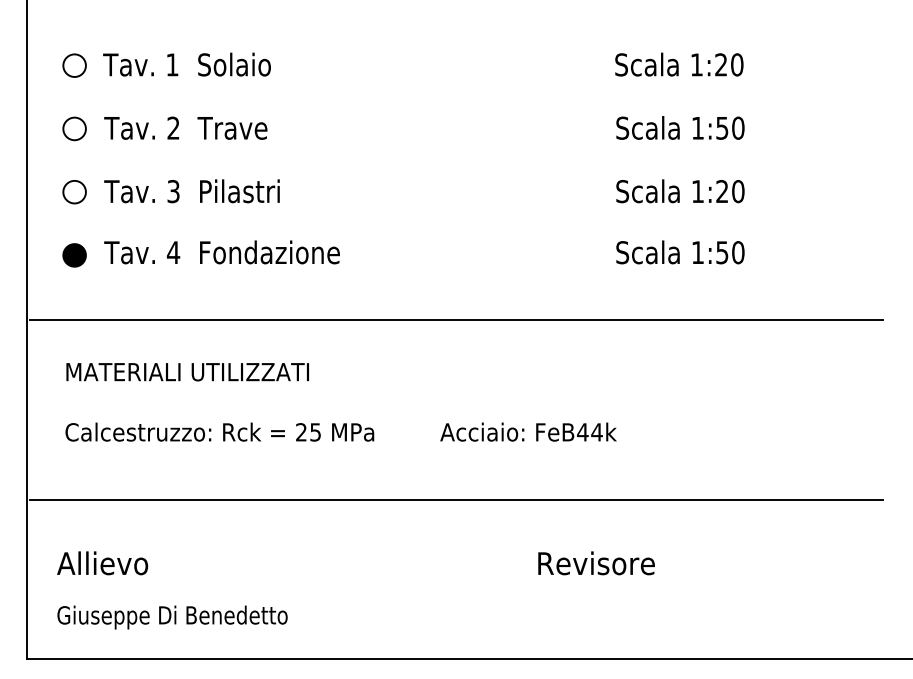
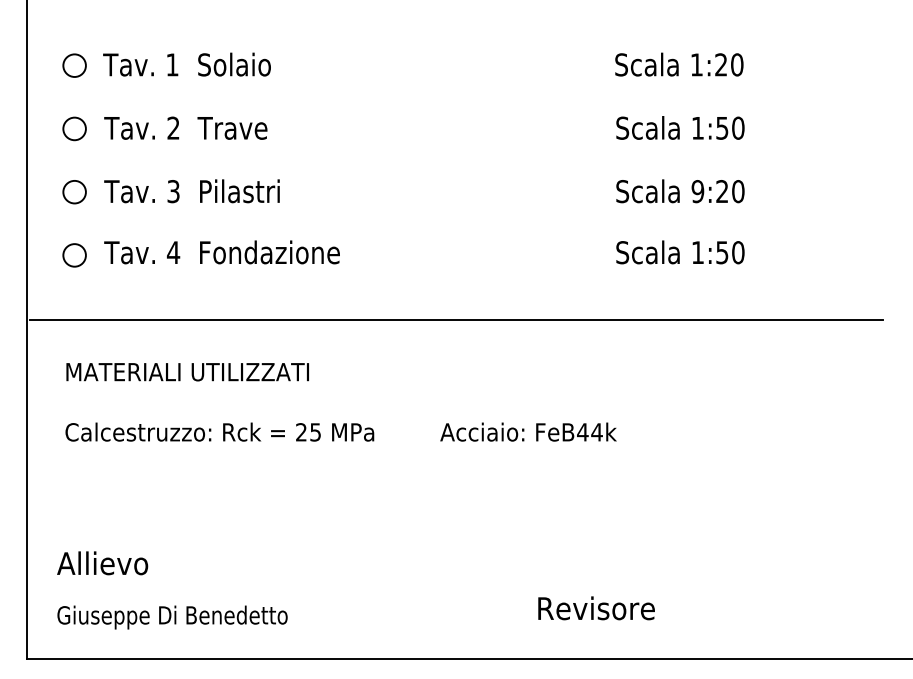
text at (697, 191): 1:20 -> 9:20
fill at (74, 255): present -> none
line at (456, 500): present -> none
text at (596, 563) position: (596, 563) -> (596, 608)
